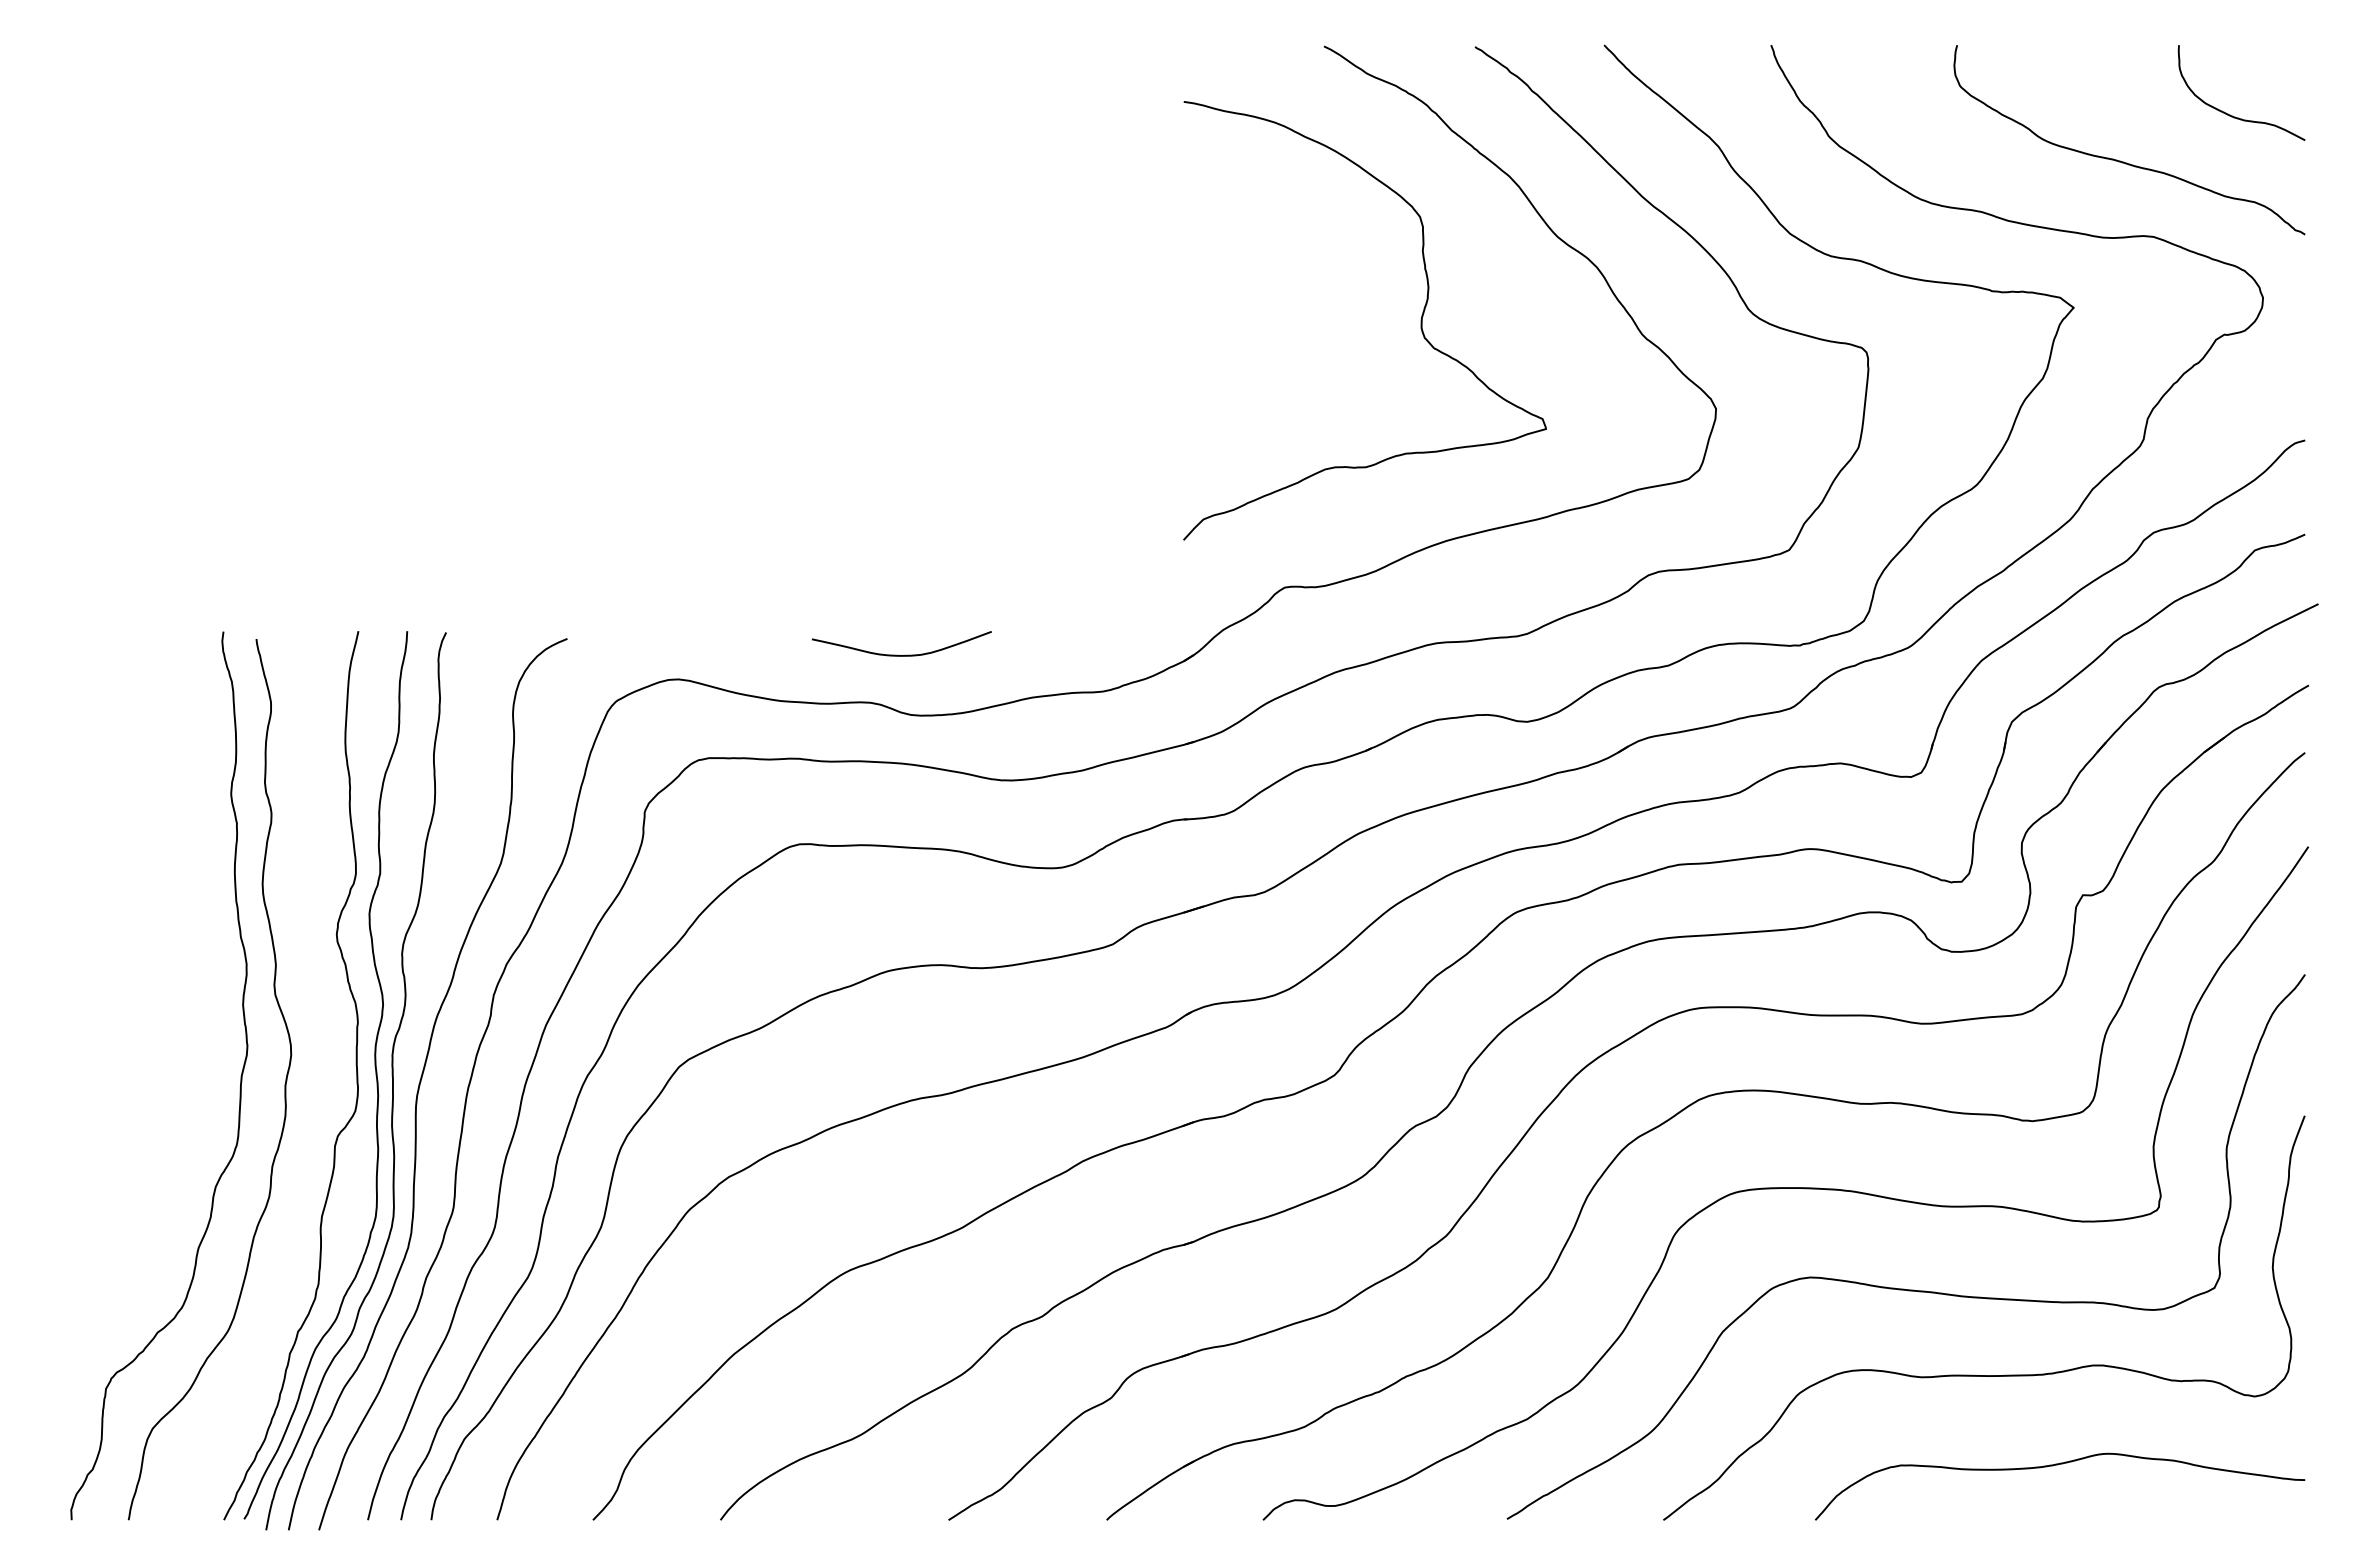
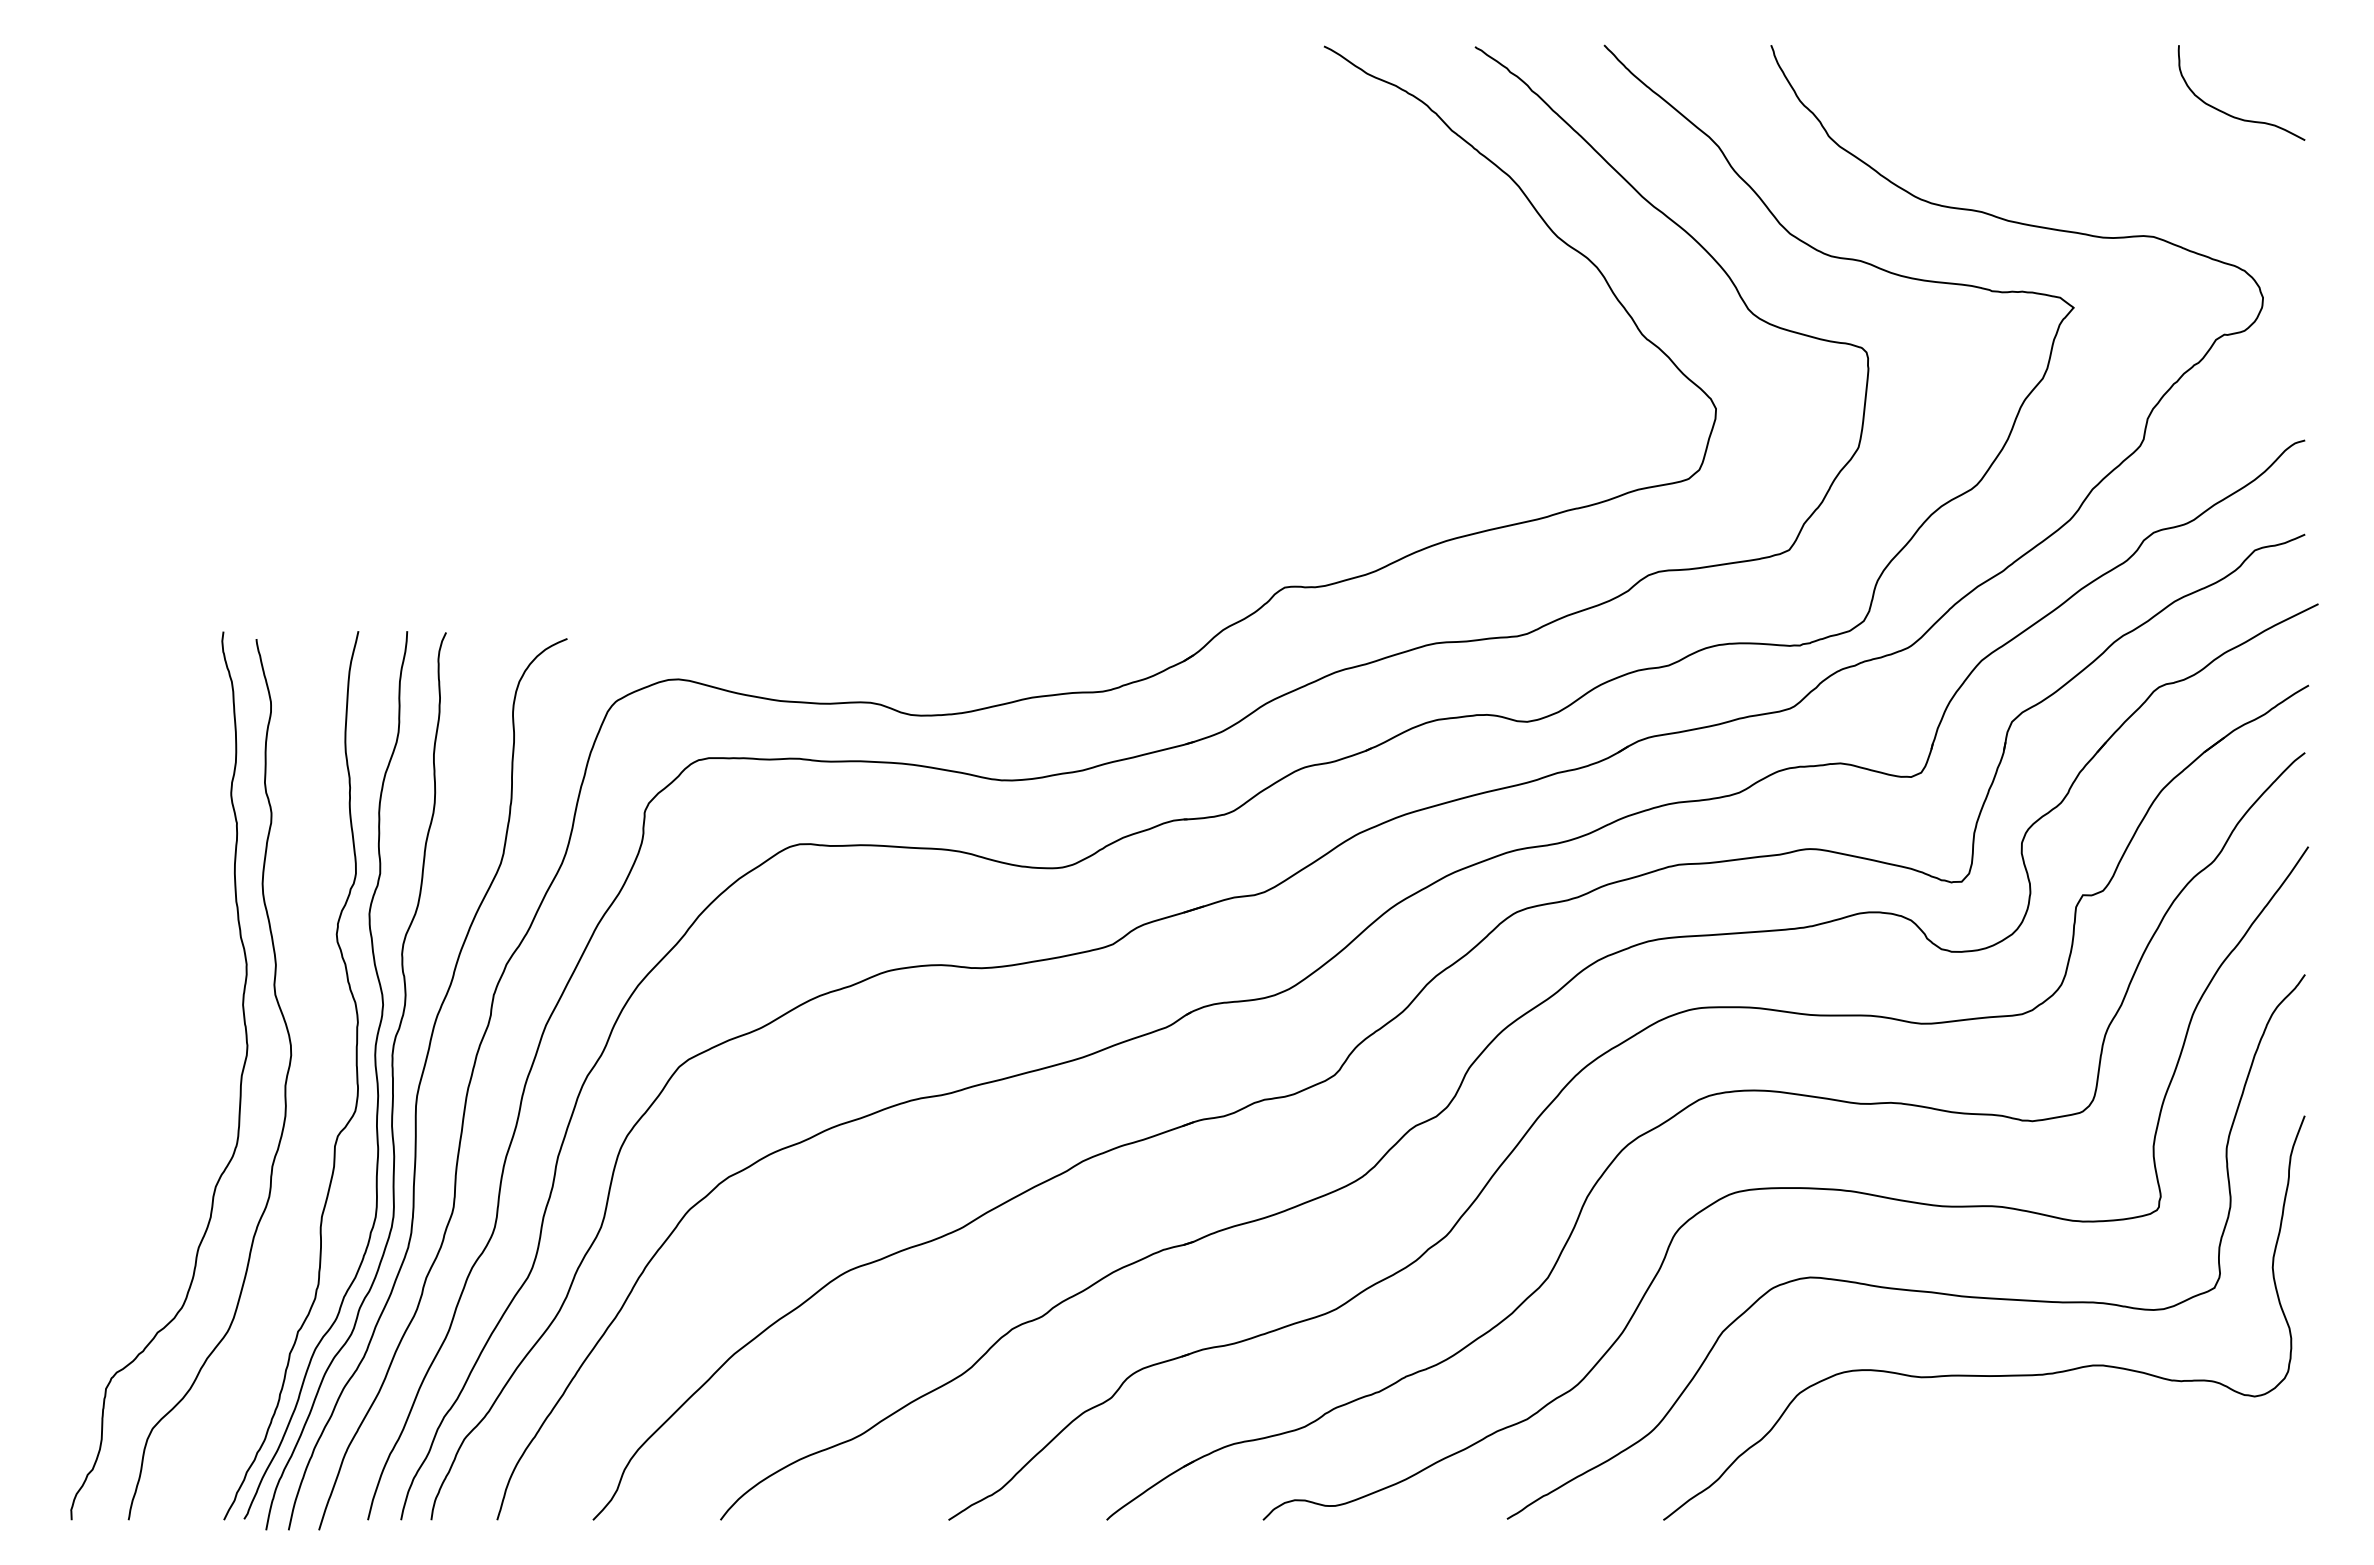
curve at (2123, 161): present -> none
curve at (1420, 320): present -> none
curve at (897, 654): present -> none
curve at (2053, 1466): present -> none
